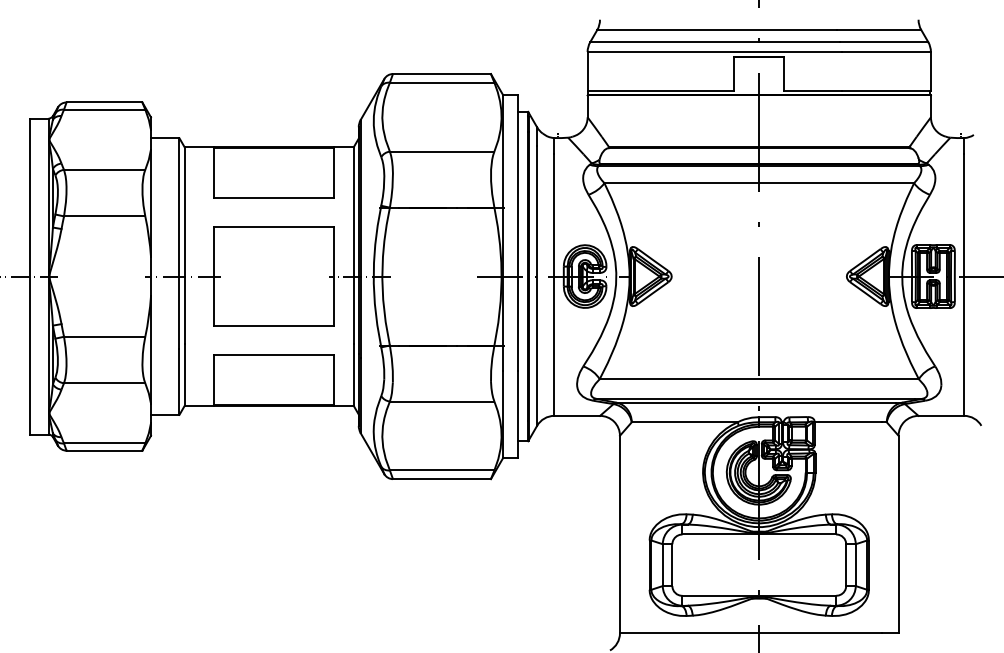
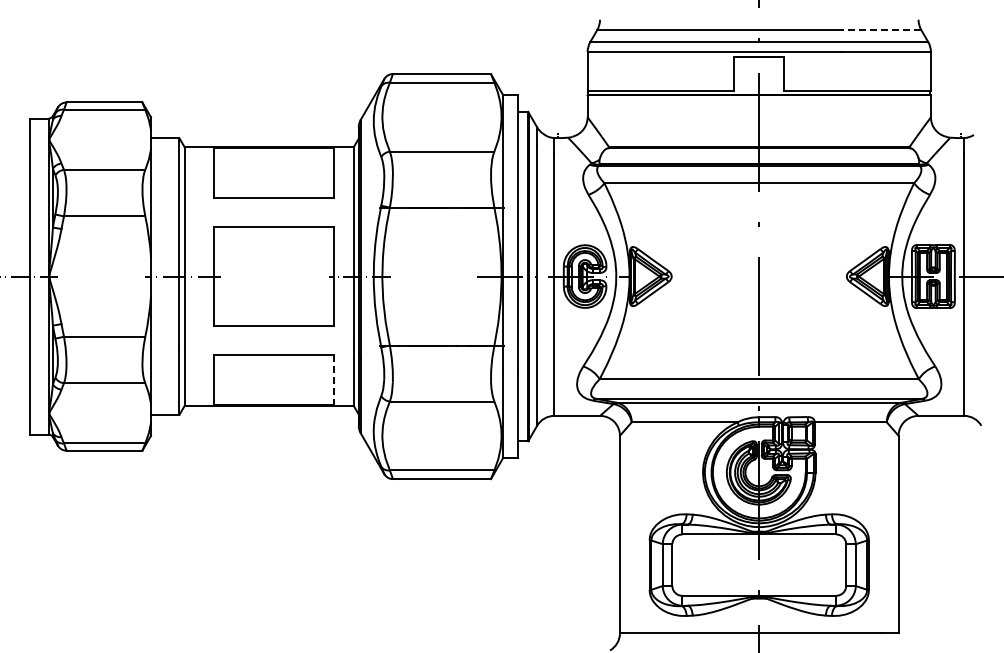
line at (879, 29): solid -> dashed
line at (333, 379): solid -> dashed
